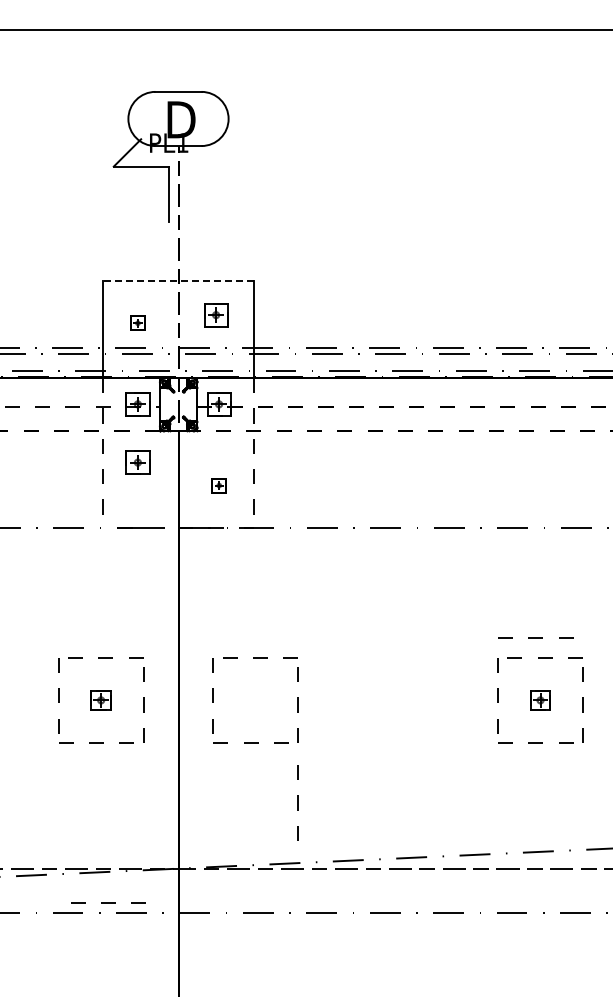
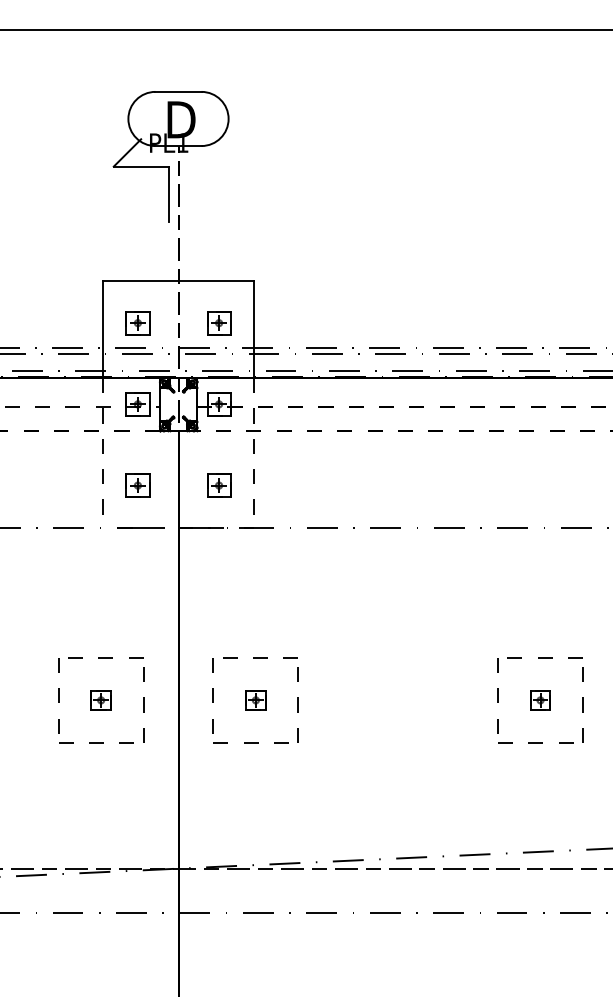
line at (178, 280): dashed -> solid
part at (216, 315) position: (216, 315) -> (219, 323)
part at (137, 322) size: 16x16 px -> 26x25 px
part at (137, 462) position: (137, 462) -> (137, 485)
part at (218, 485) size: 16x16 px -> 25x25 px
line at (535, 637): present -> none
part at (255, 700): none -> present
line at (297, 802): present -> none
line at (108, 902): present -> none
